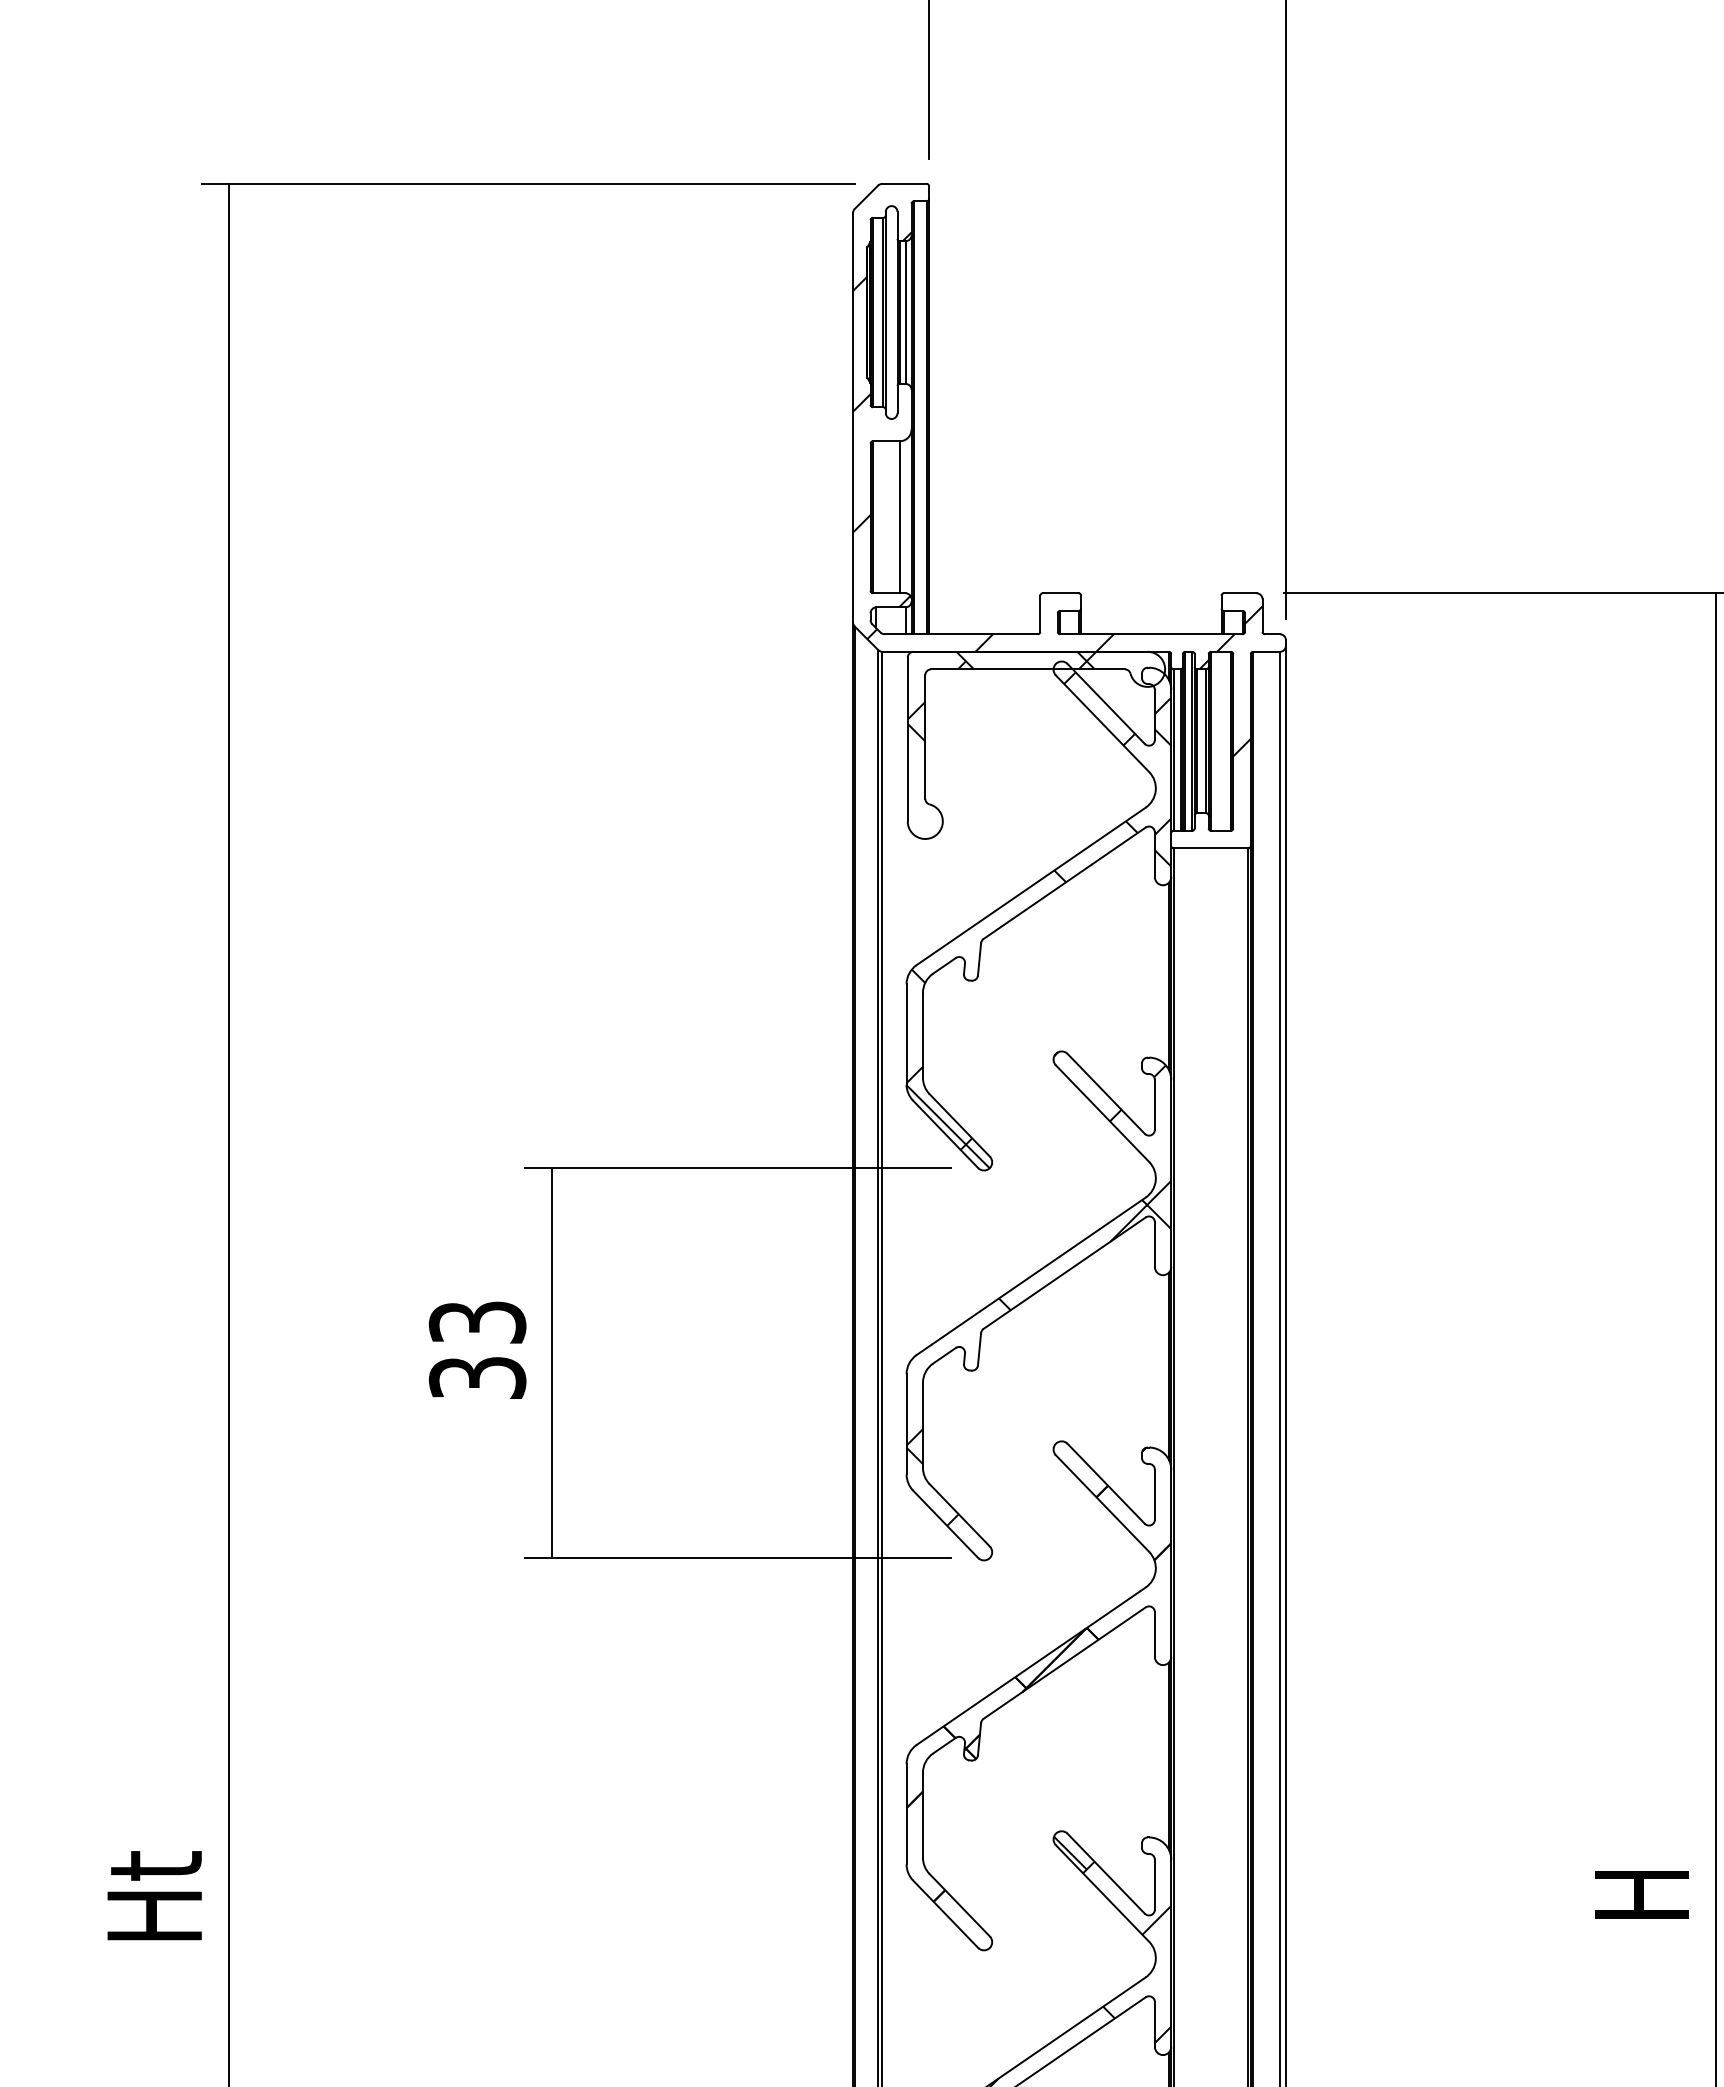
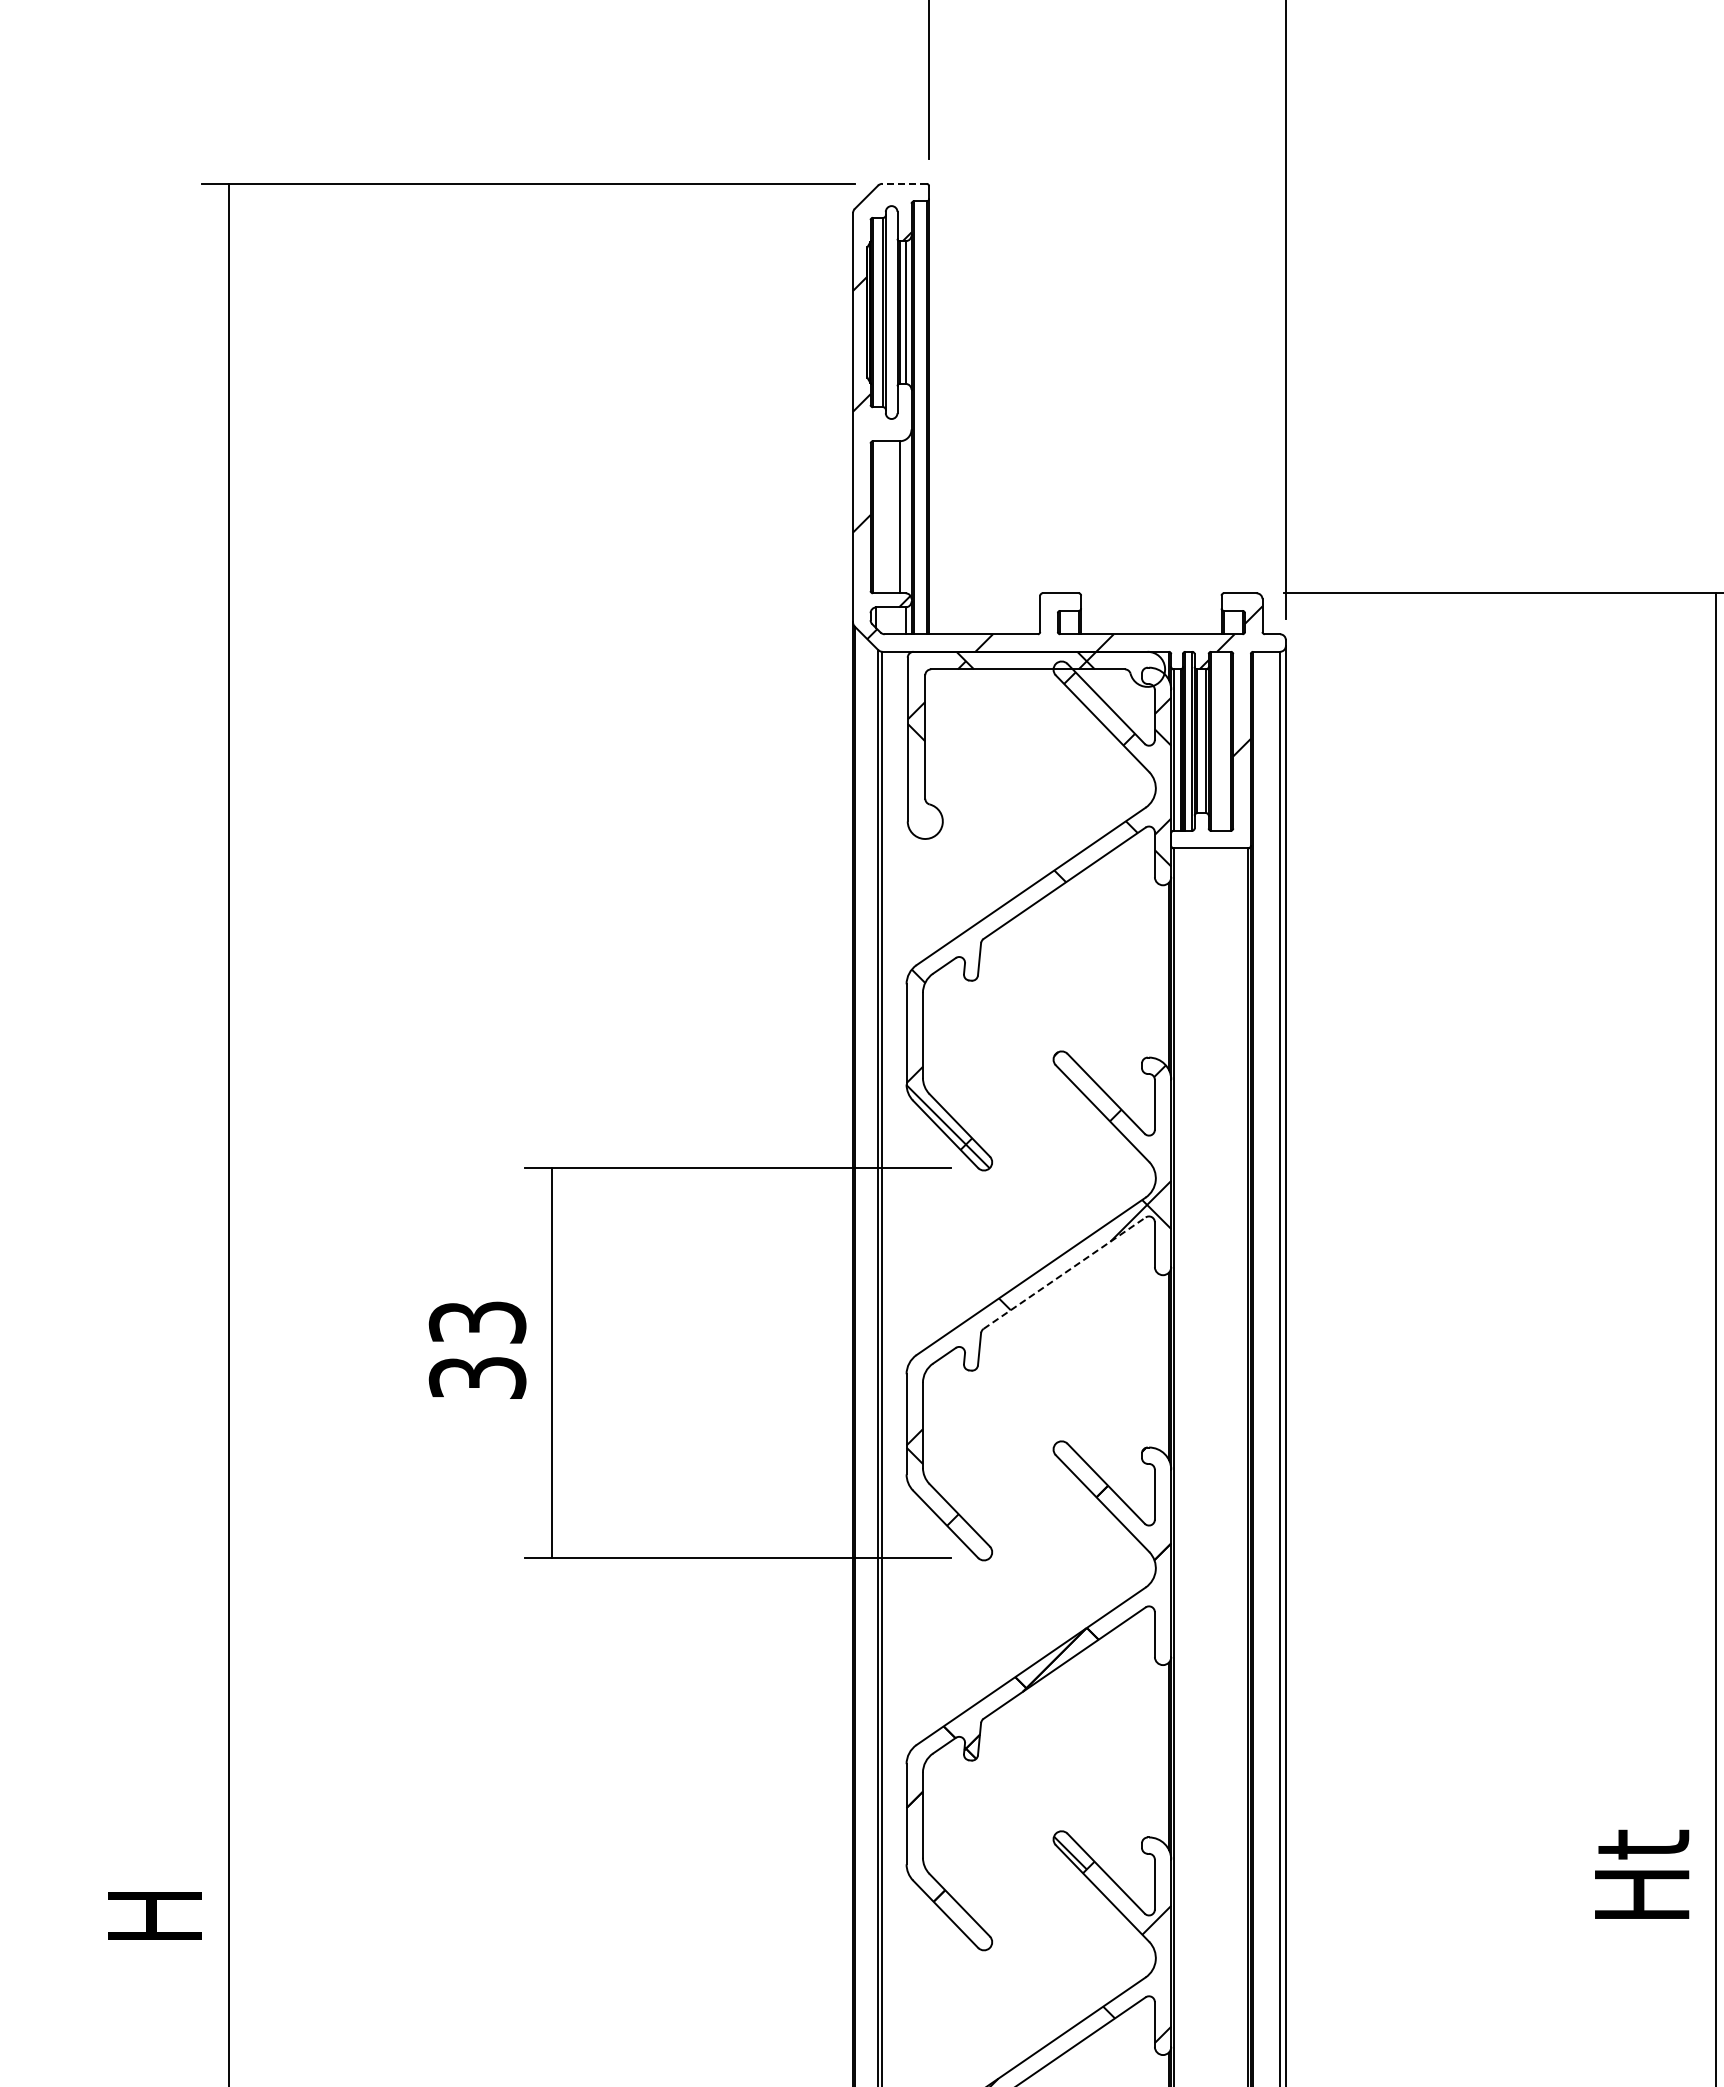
line at (904, 183): solid -> dashed
line at (1065, 1272): solid -> dashed
text at (1642, 1873): H -> Ht
text at (154, 1895): Ht -> H
